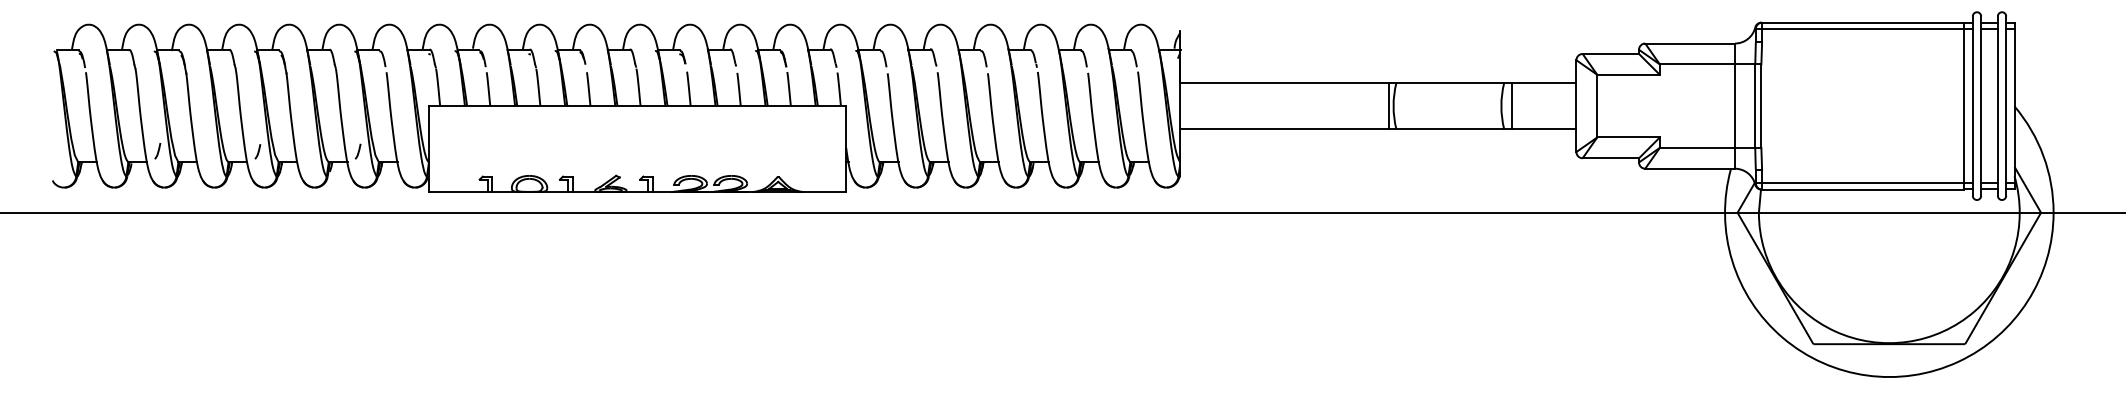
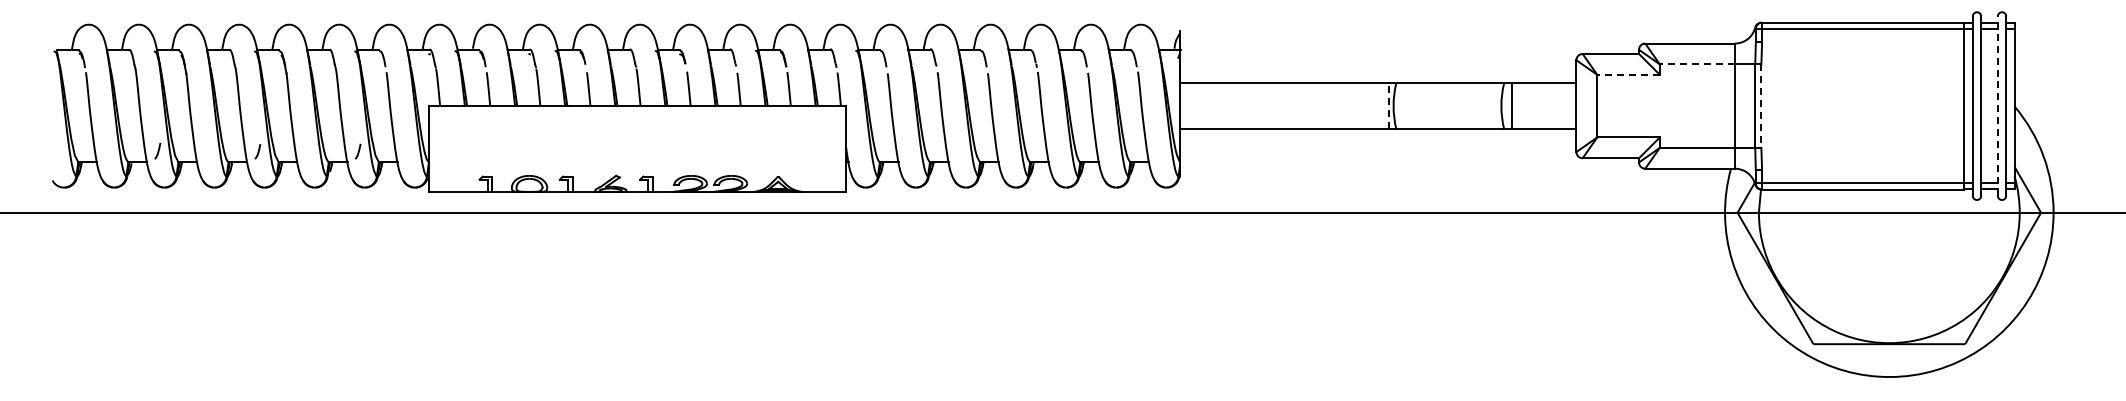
line at (1697, 64): solid -> dashed
line at (1628, 74): solid -> dashed
line at (1388, 106): solid -> dashed
line at (1761, 106): solid -> dashed
line at (1997, 106): solid -> dashed
